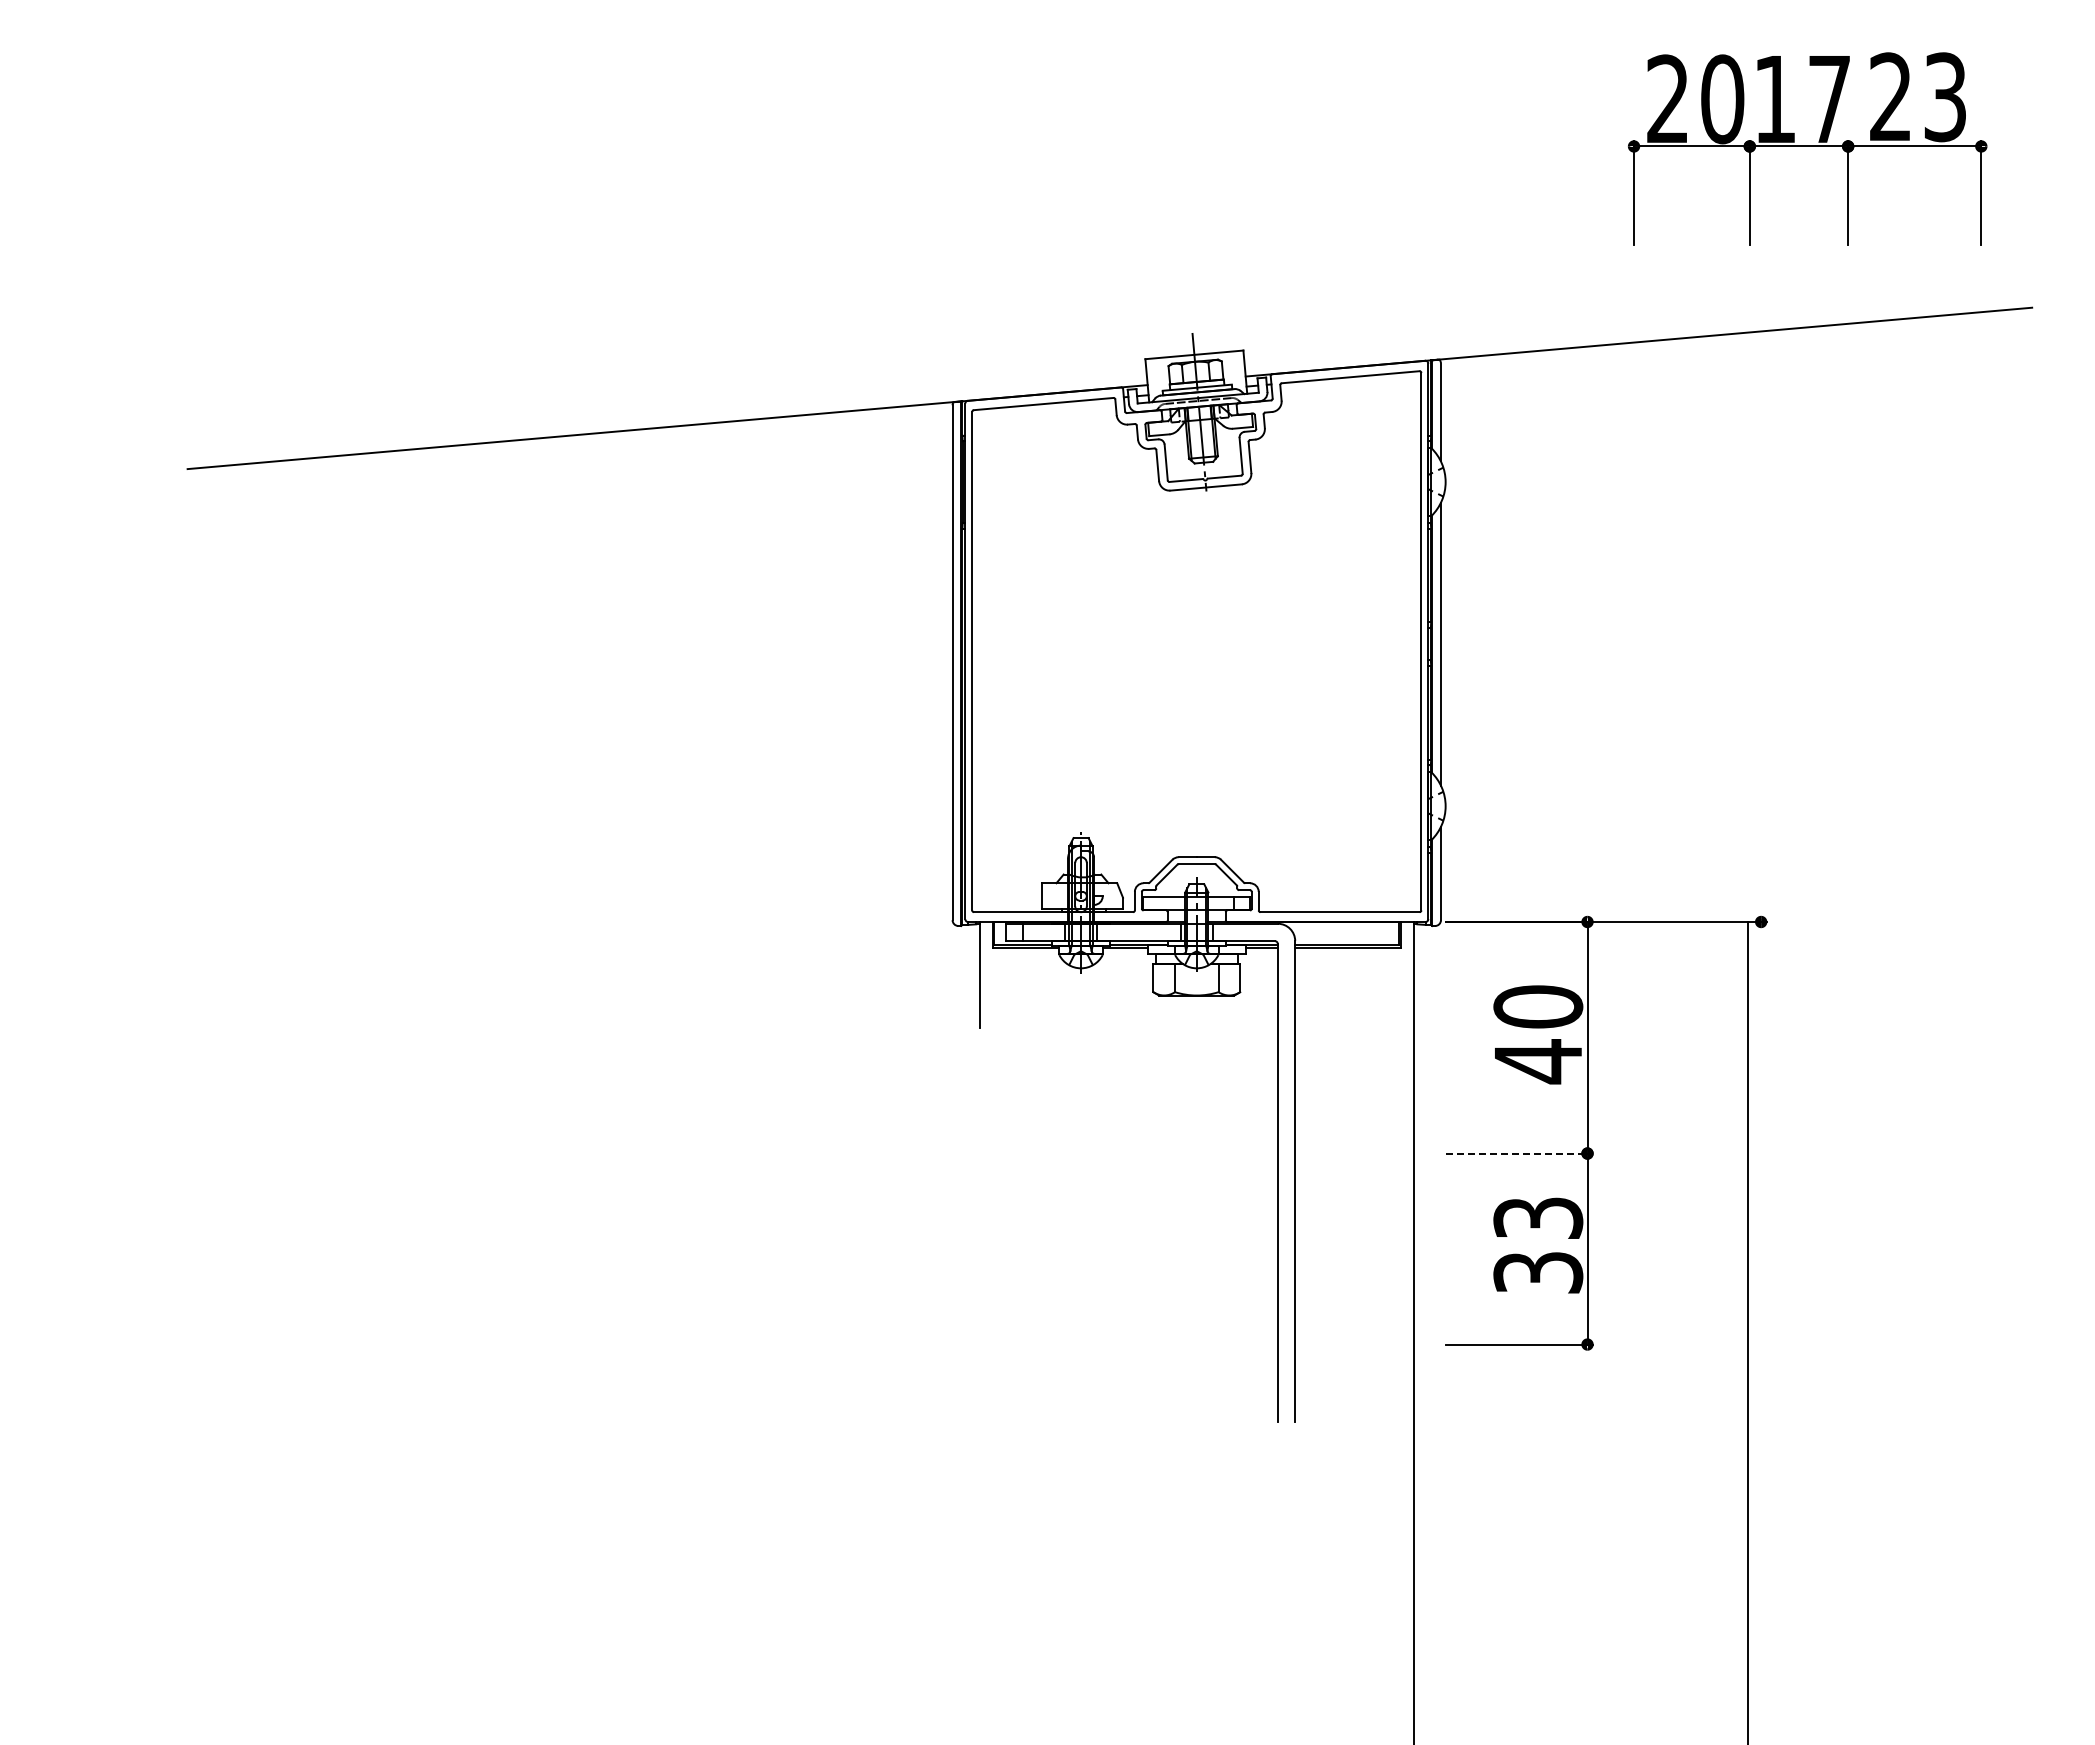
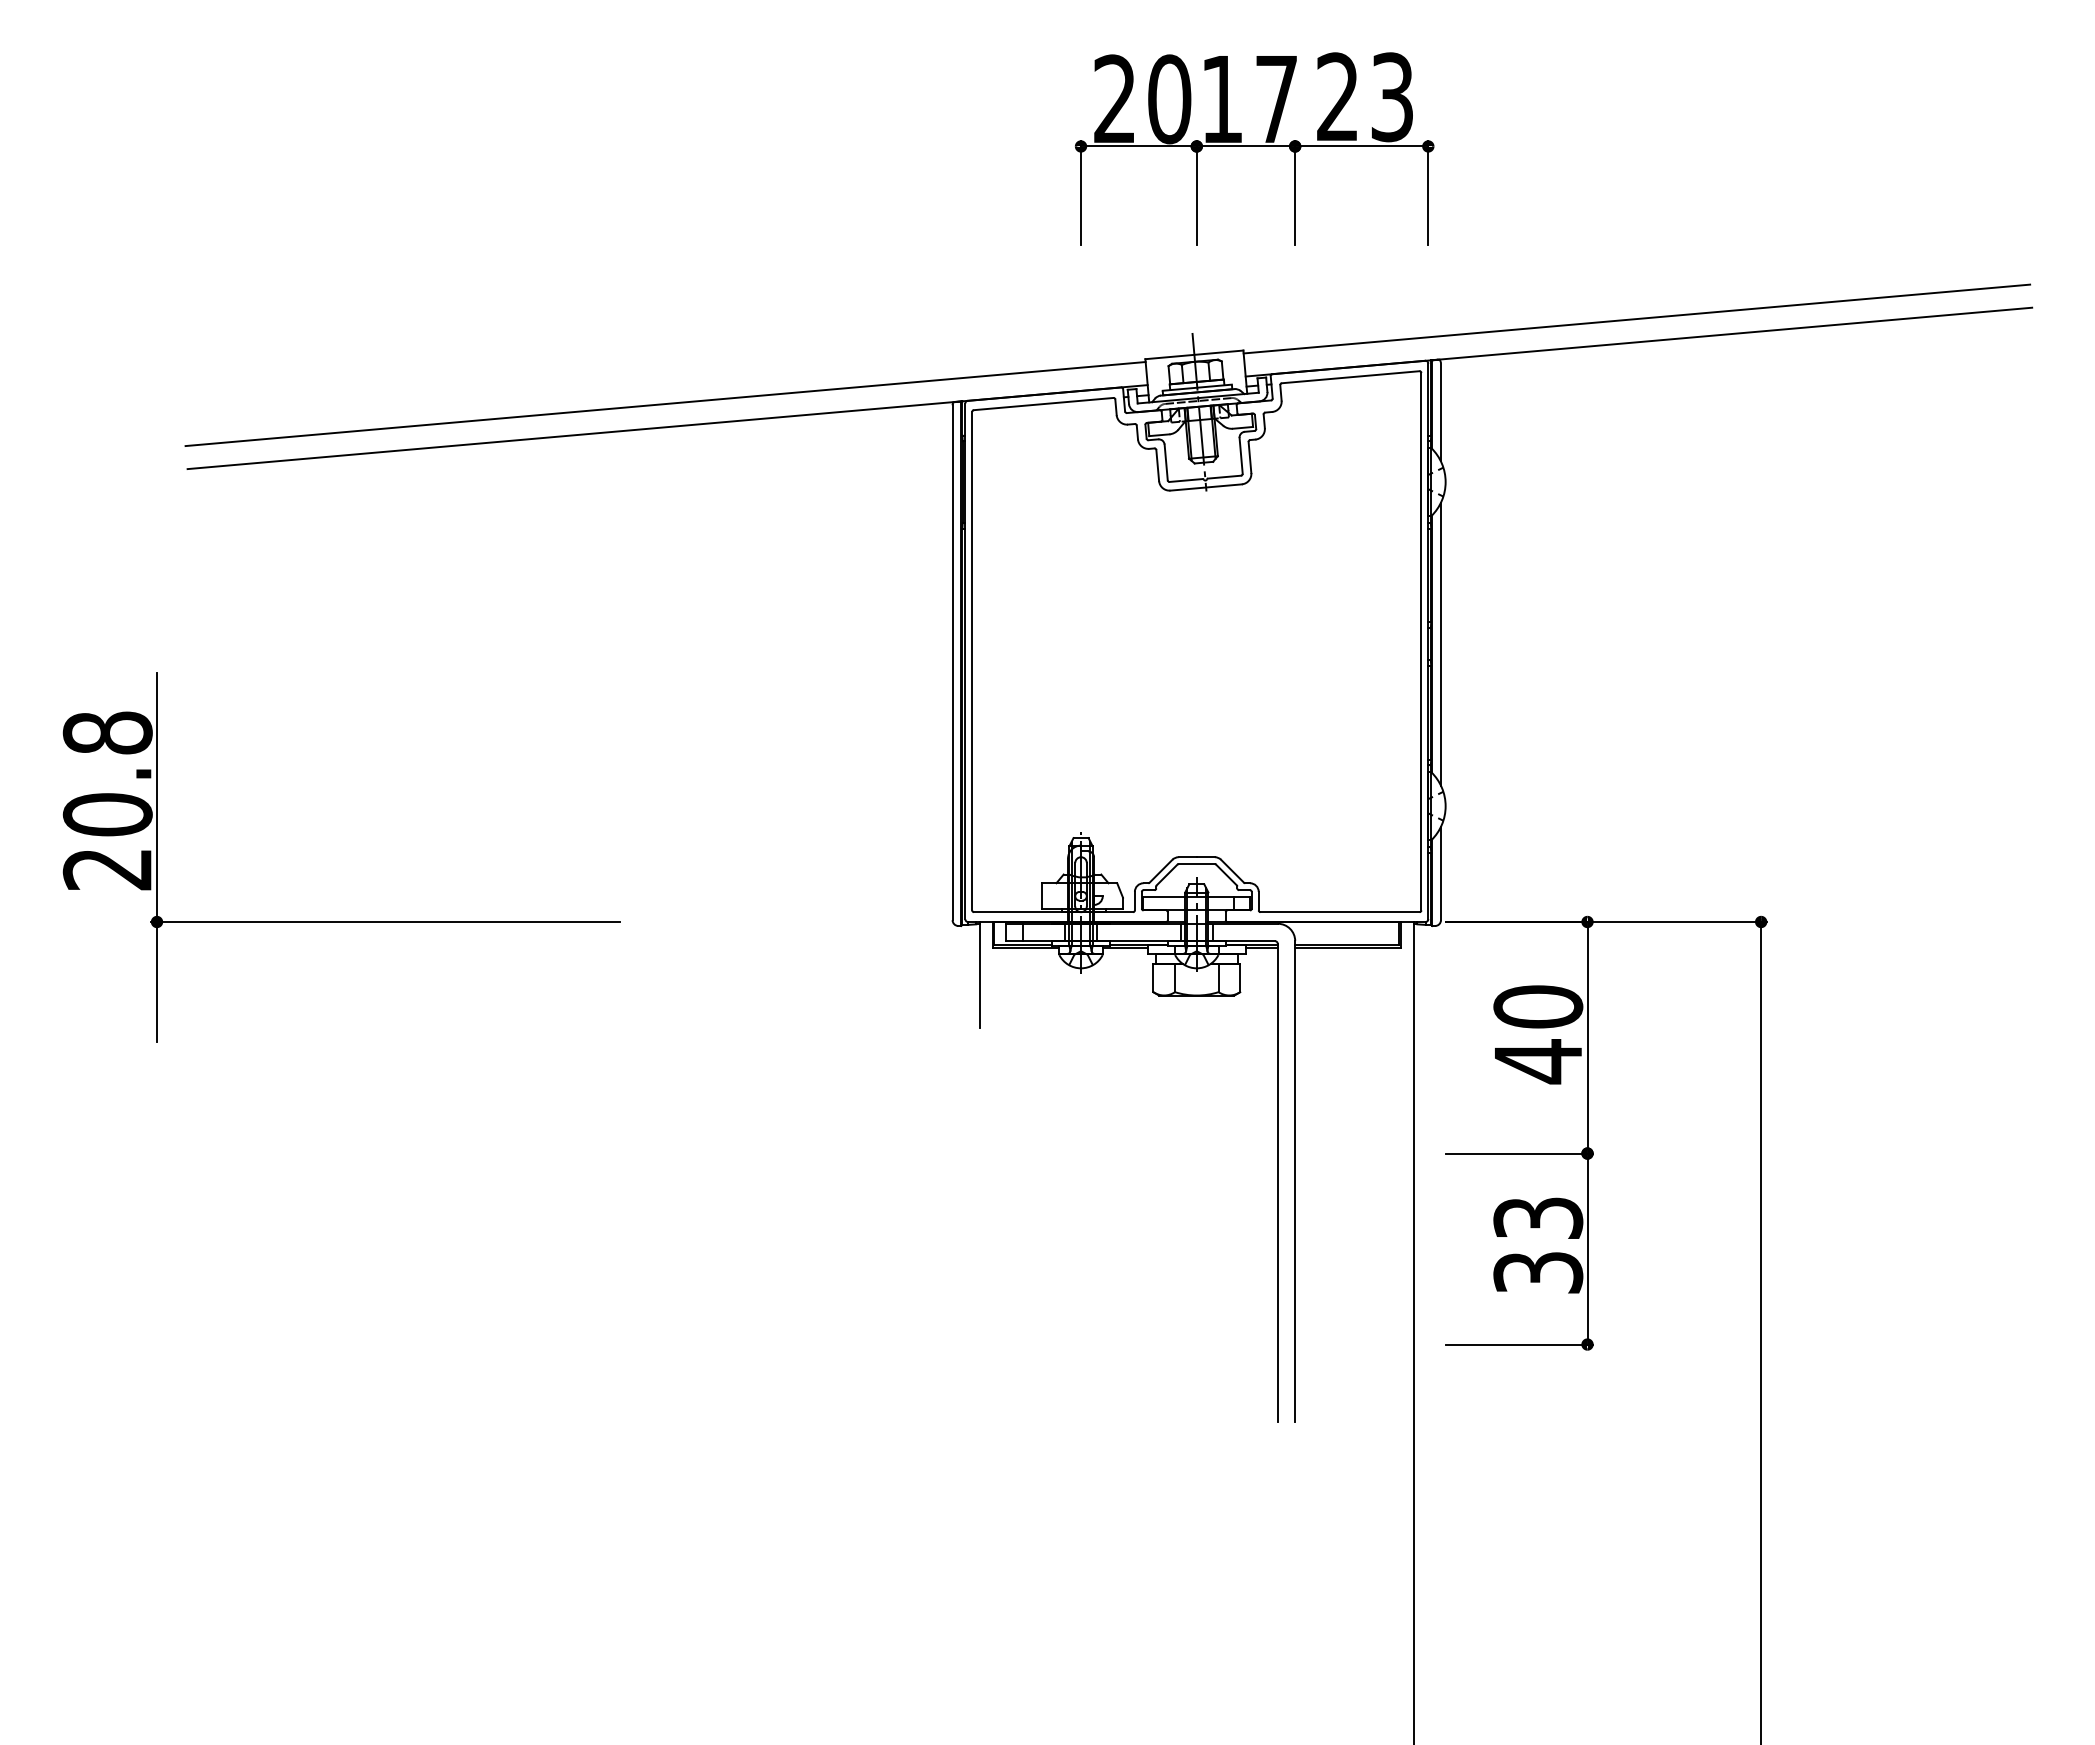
part at (1807, 148) position: (1807, 148) -> (1254, 148)
line at (1636, 318): none -> present
line at (665, 404): none -> present
part at (341, 921): none -> present
line at (1519, 1153): dashed -> solid
line at (1748, 1331) position: (1748, 1331) -> (1761, 1331)
